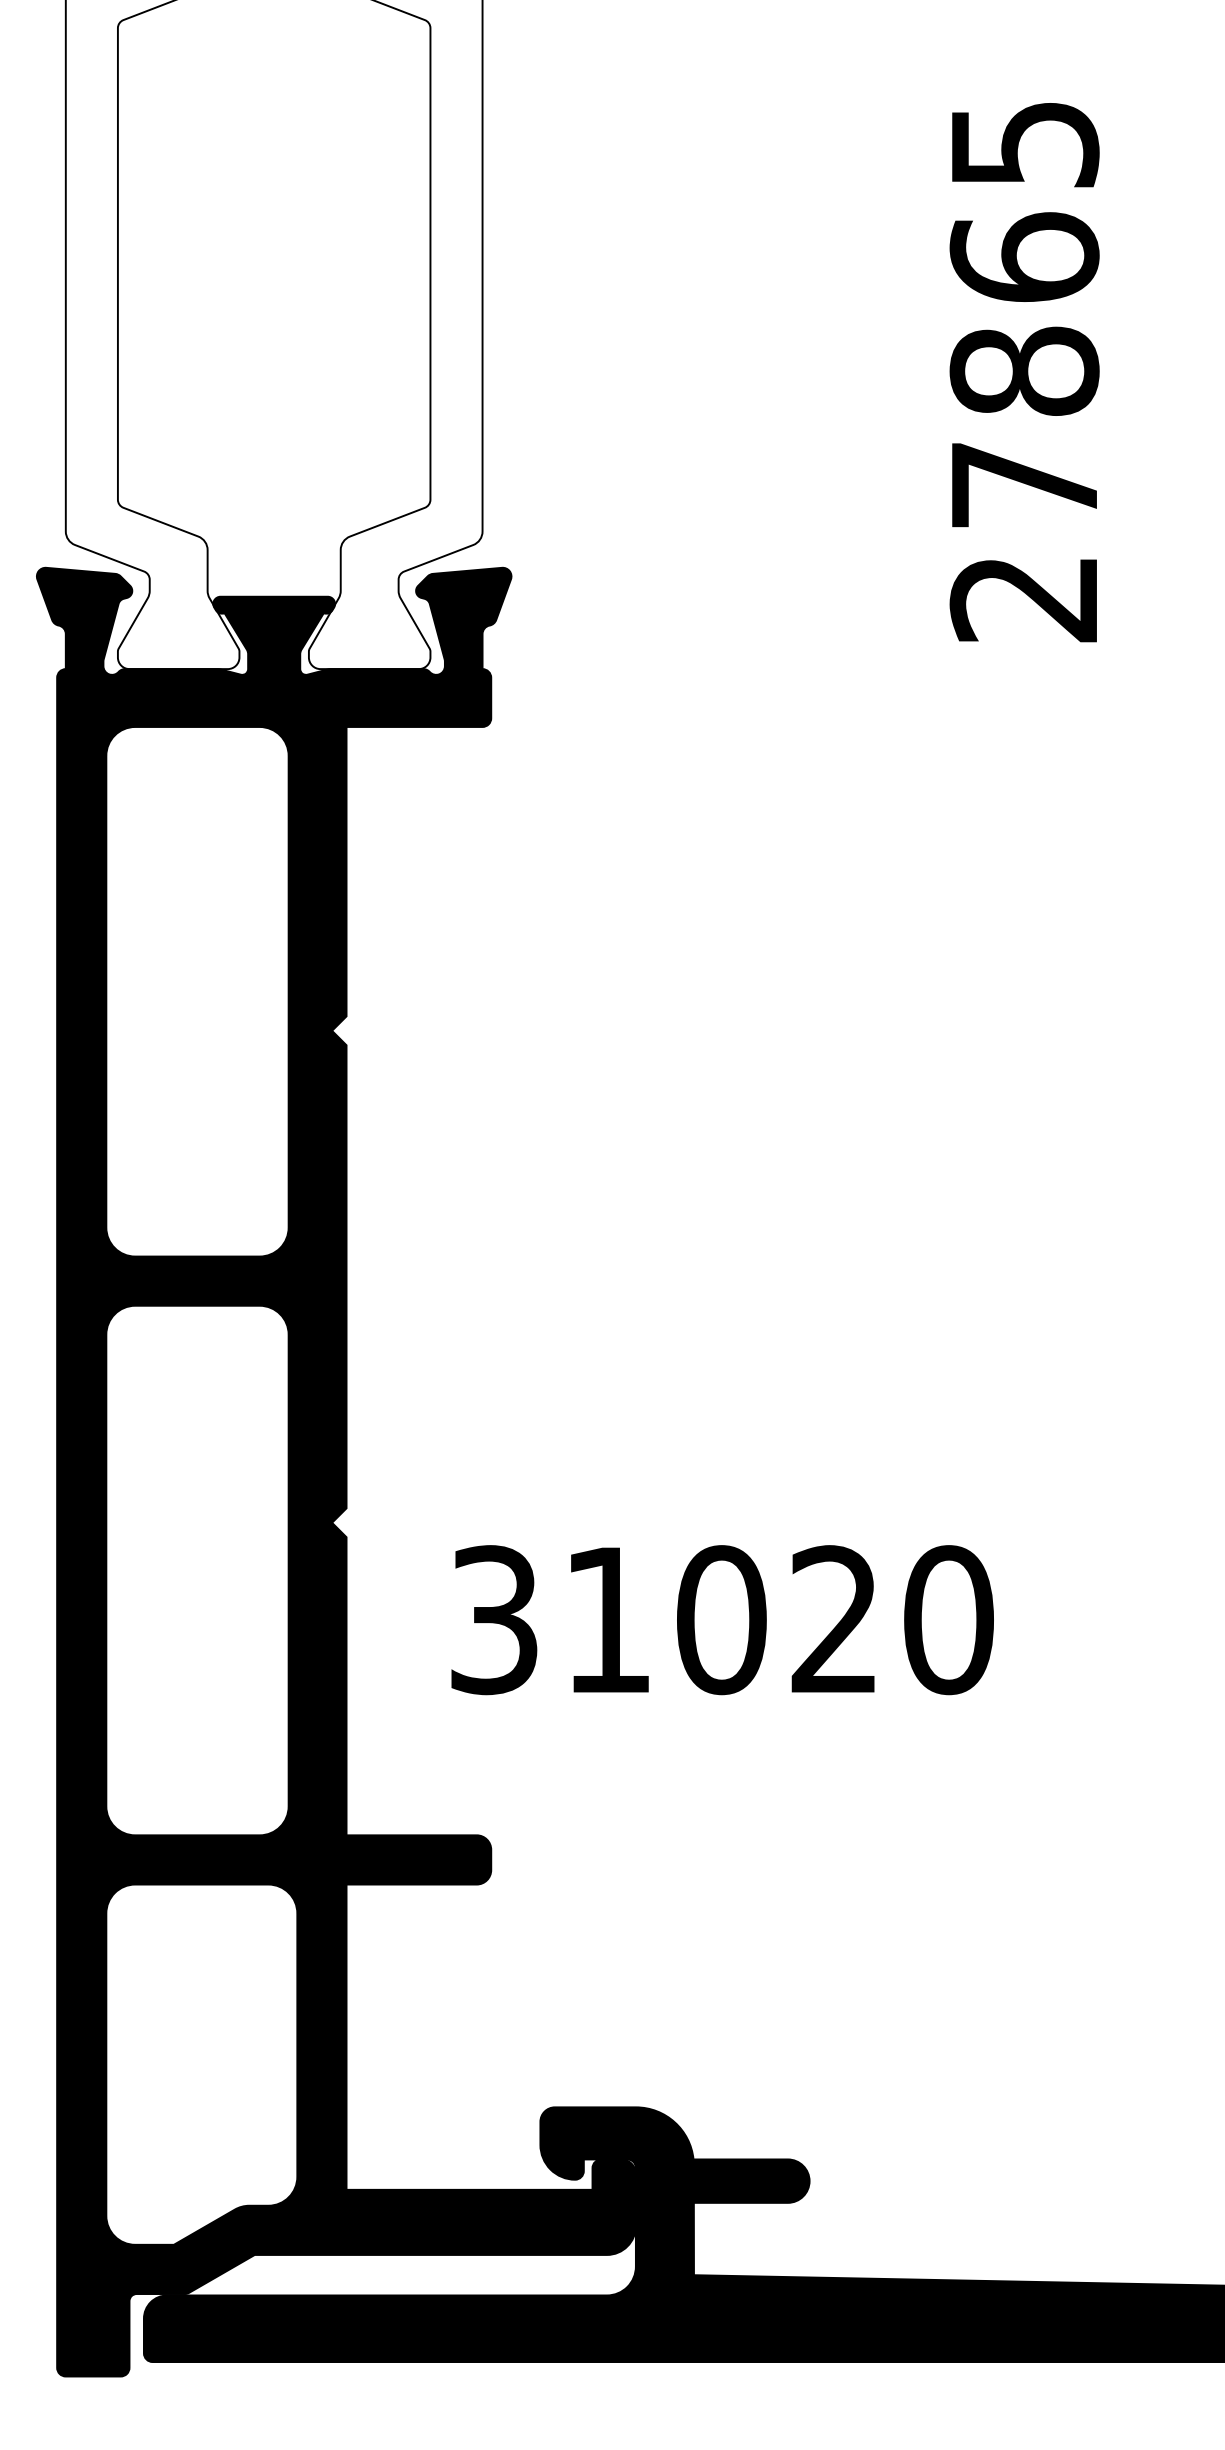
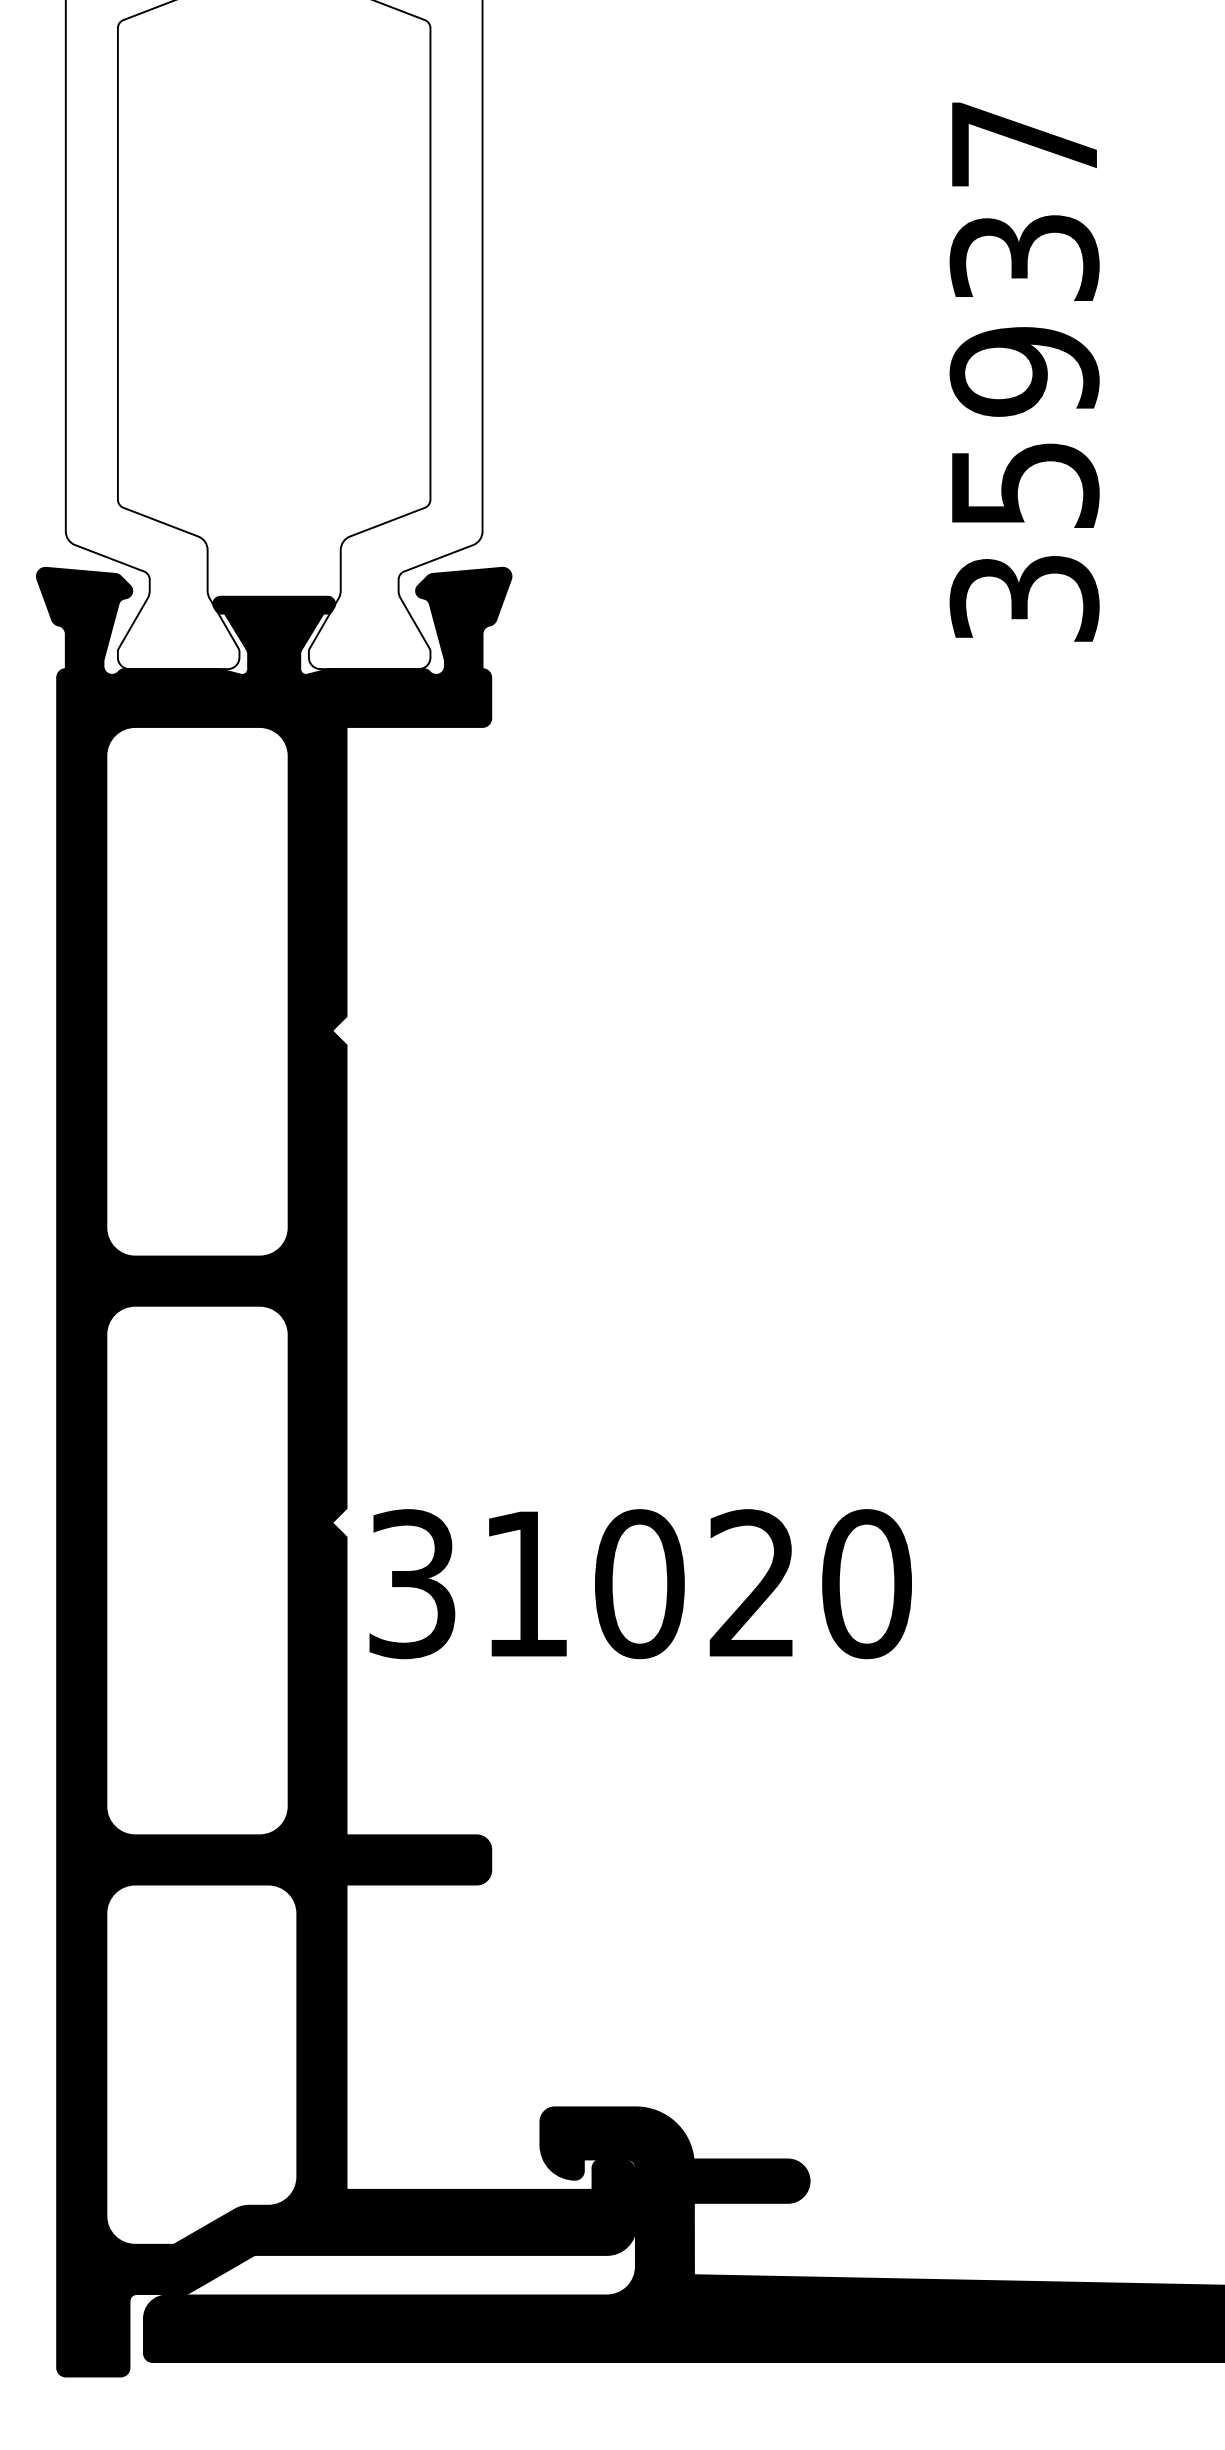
text at (1024, 372): 27865 -> 35937
text at (722, 1620) position: (722, 1620) -> (640, 1584)
